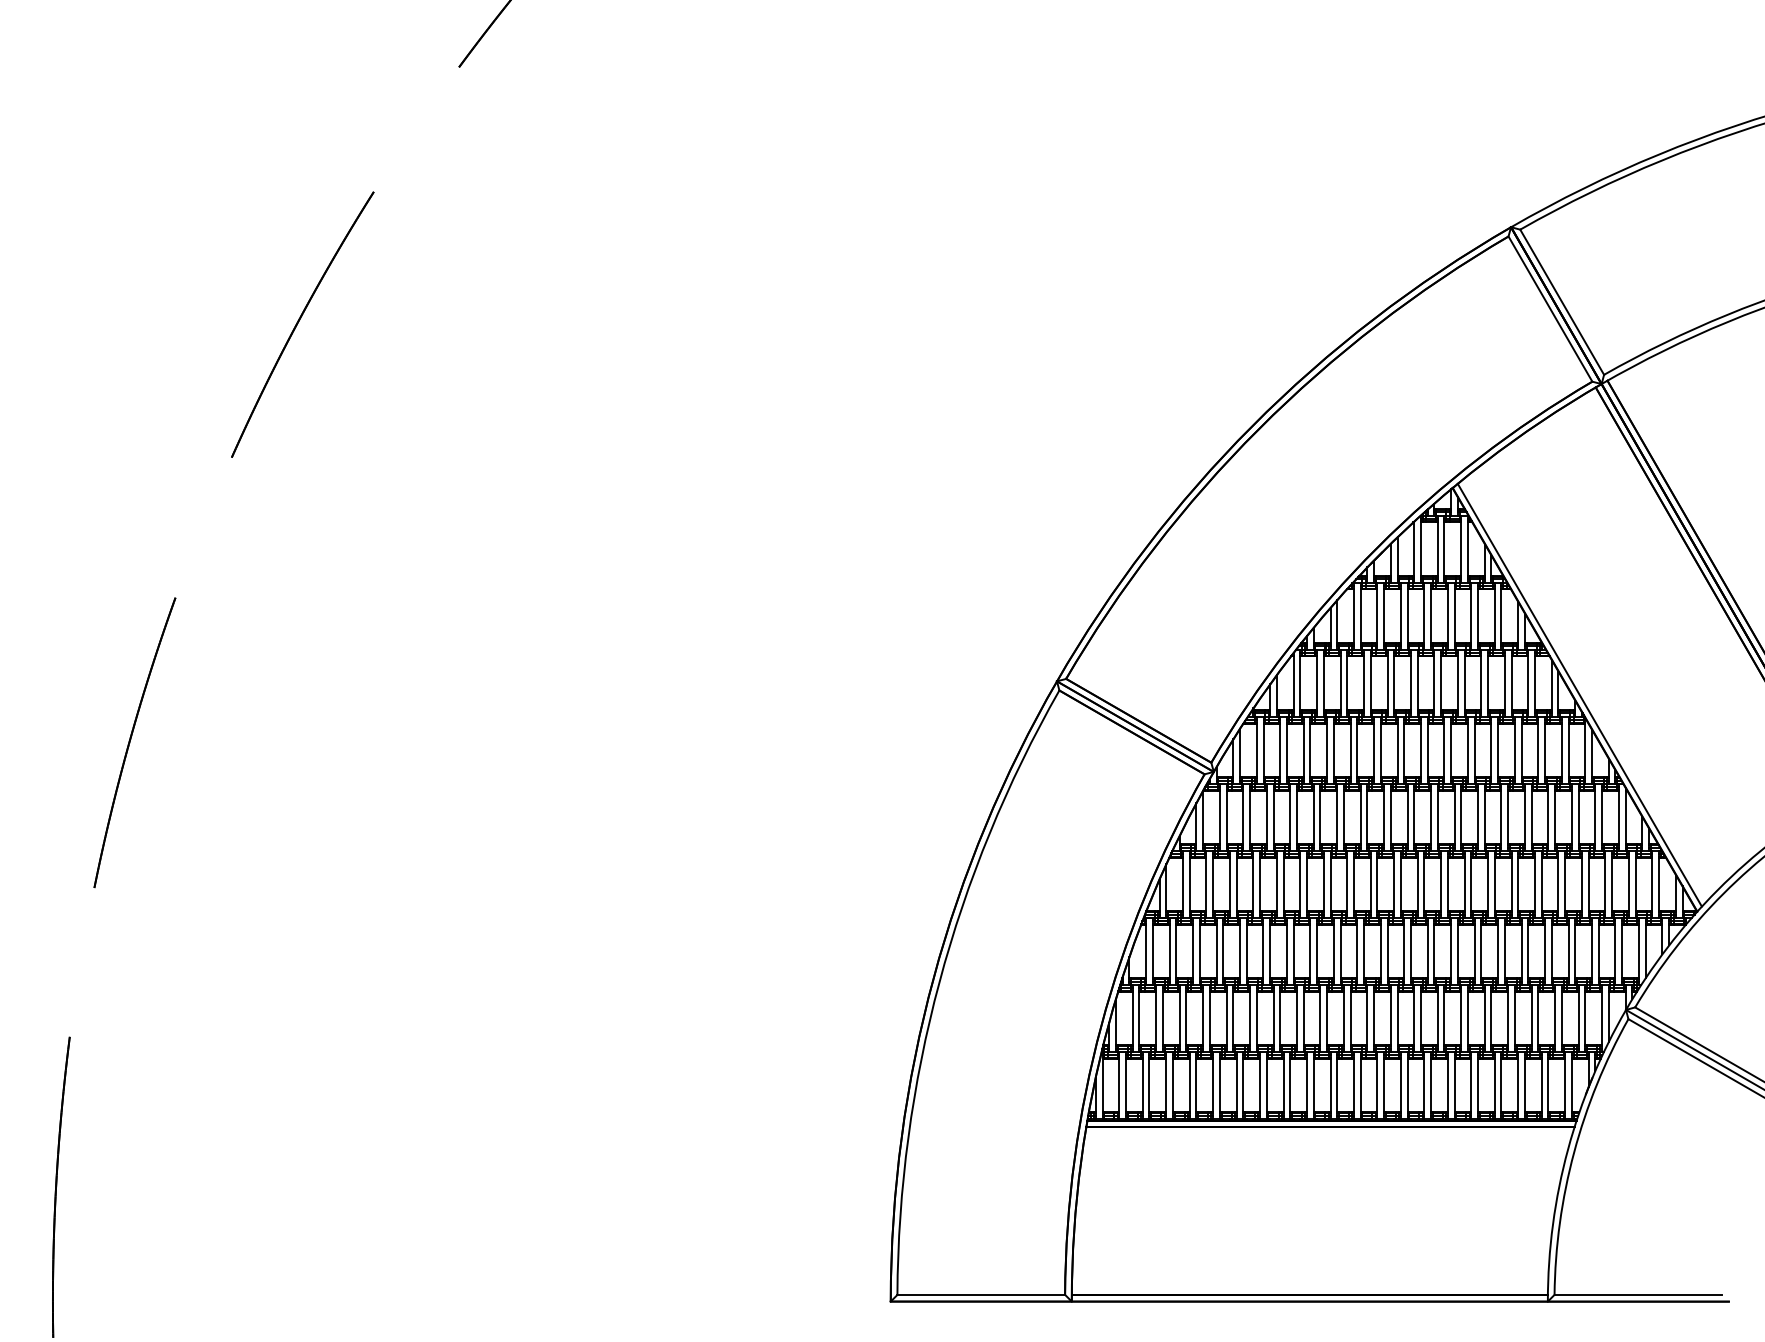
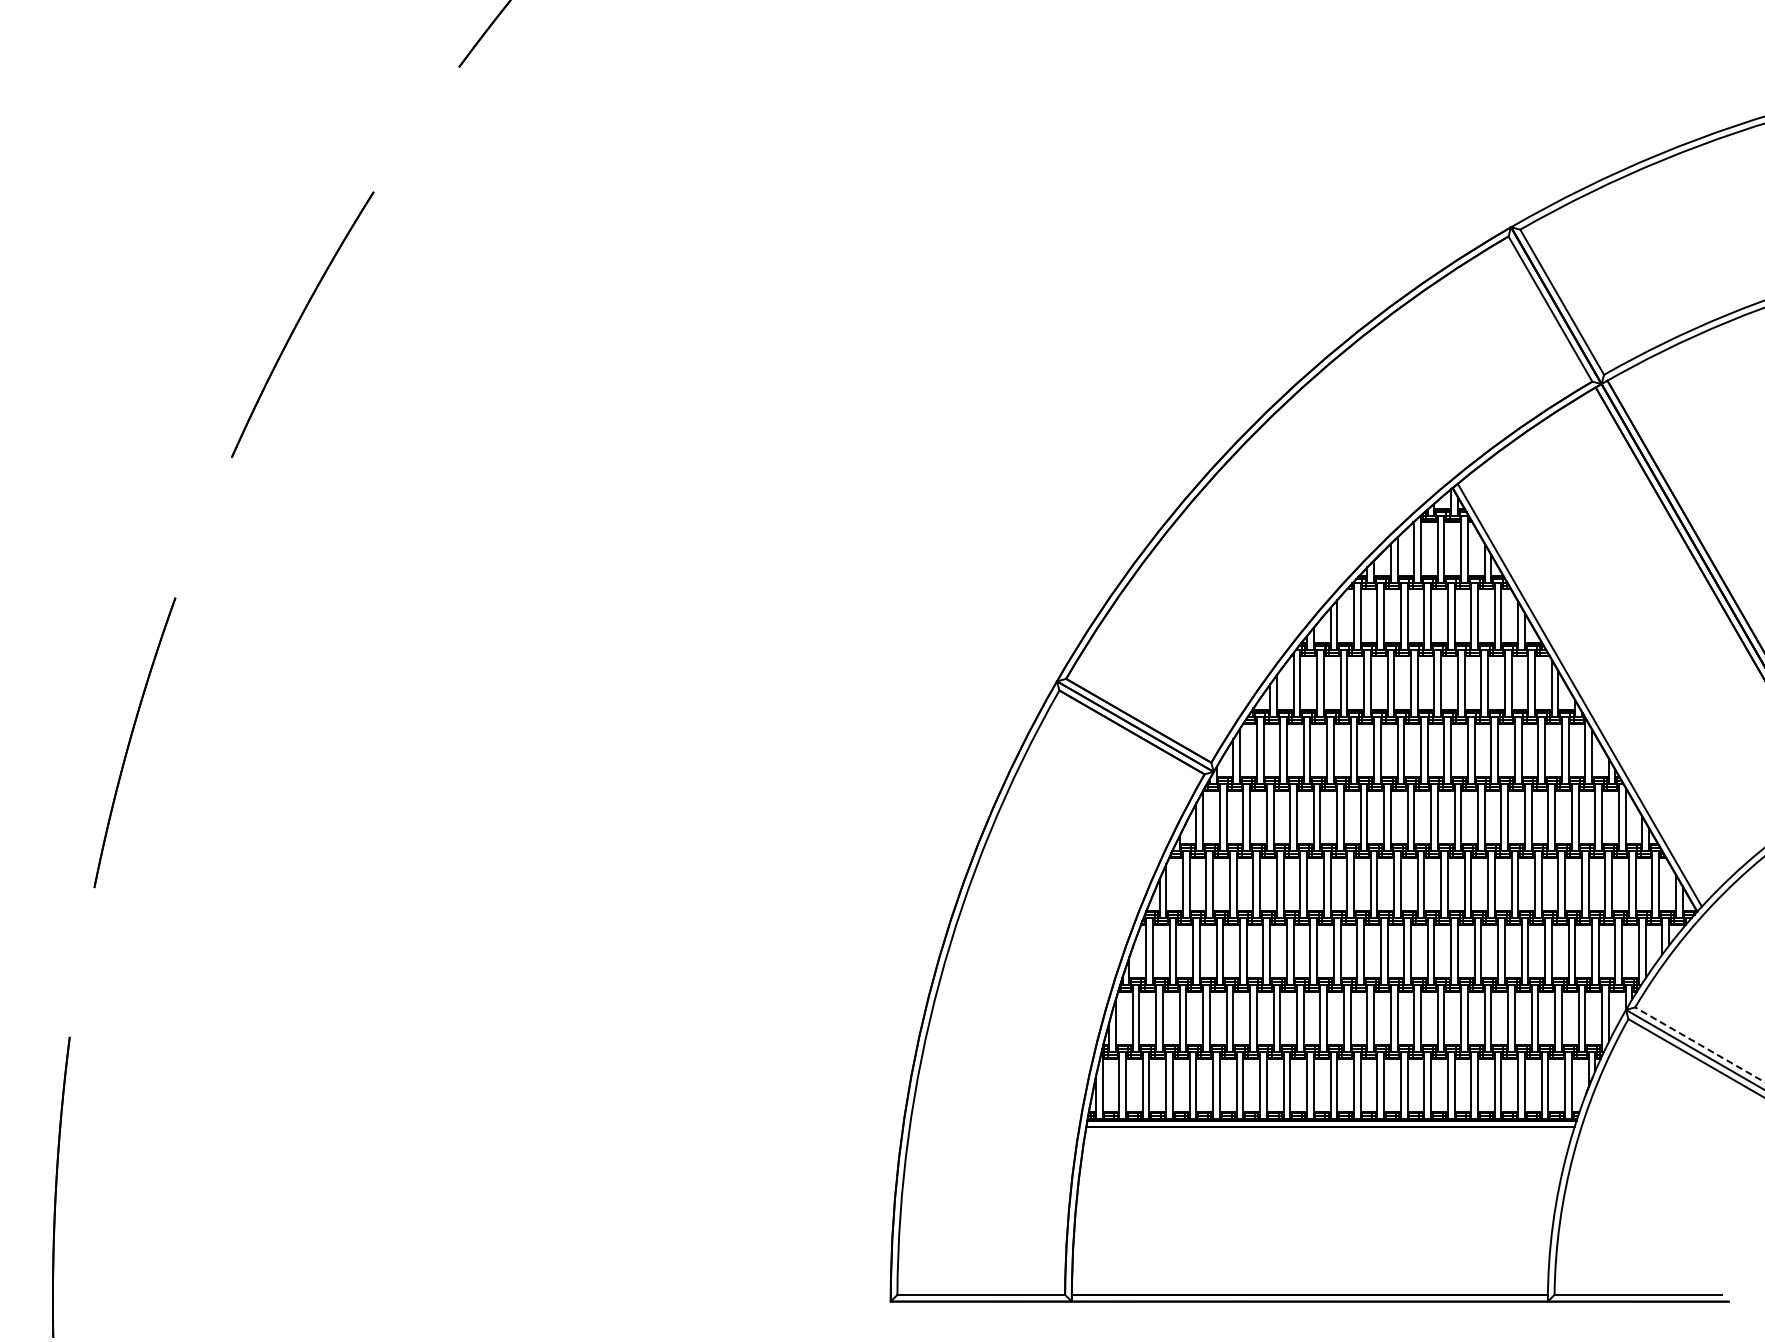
line at (1700, 1044): solid -> dashed
